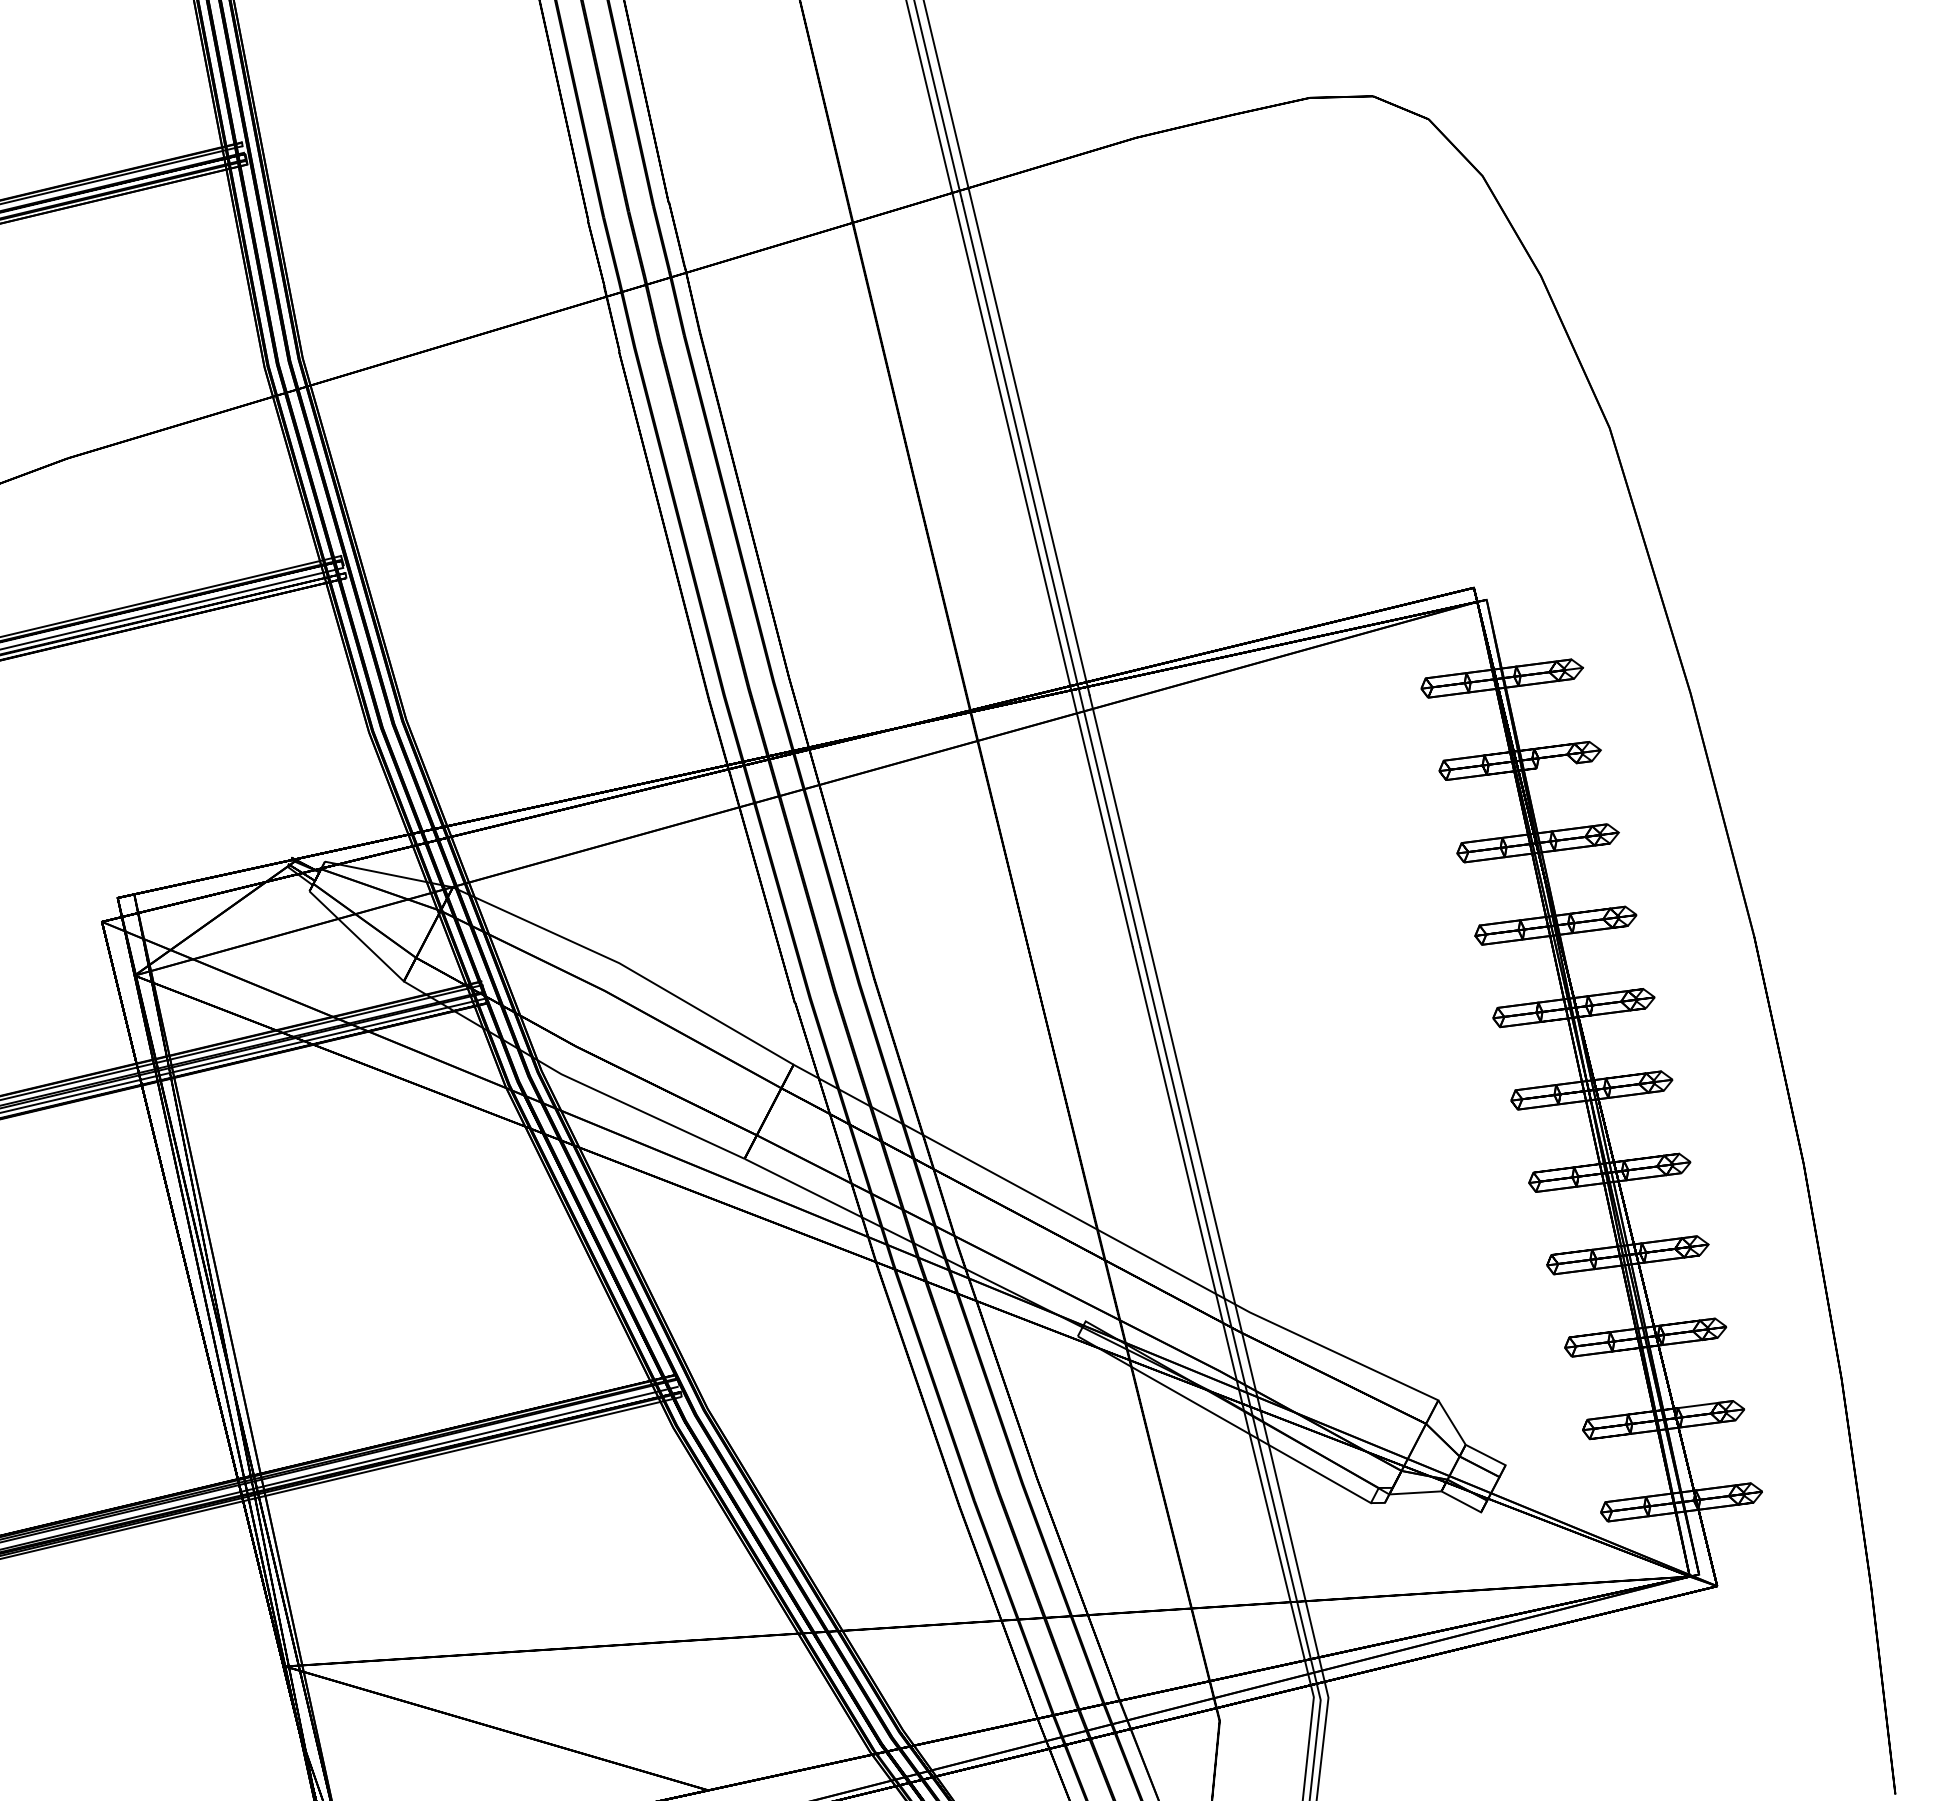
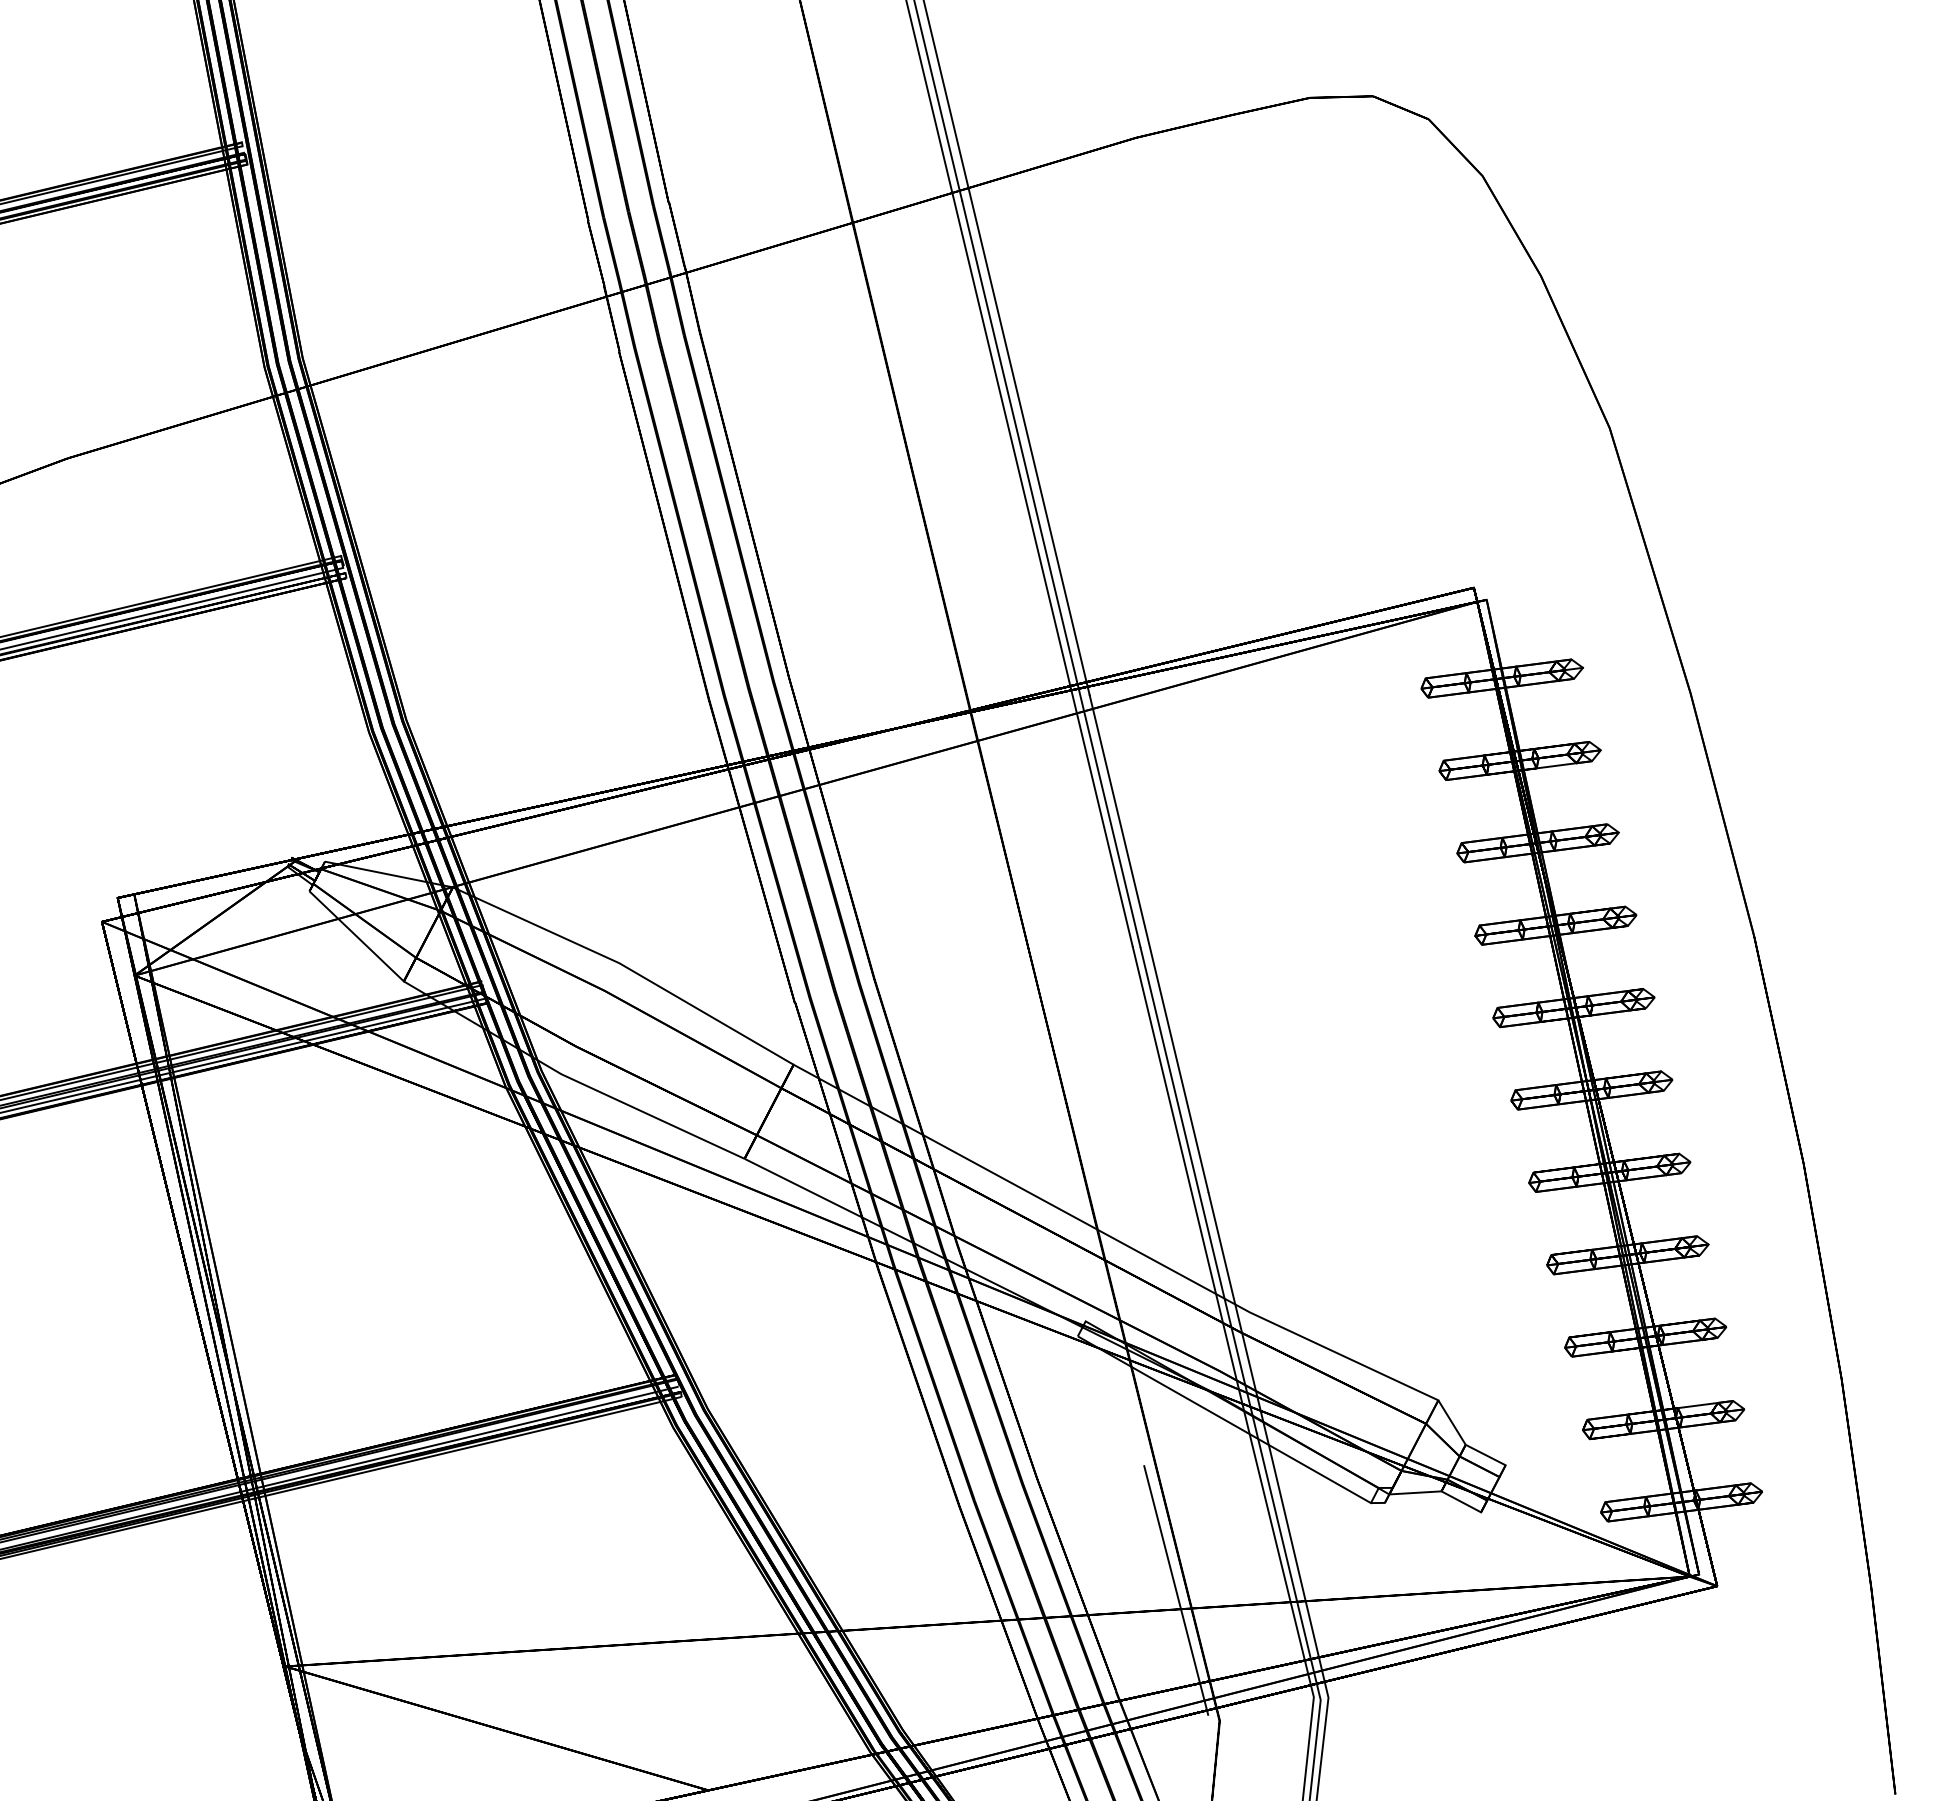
line at (1556, 765): none -> present
line at (1176, 1590): none -> present
